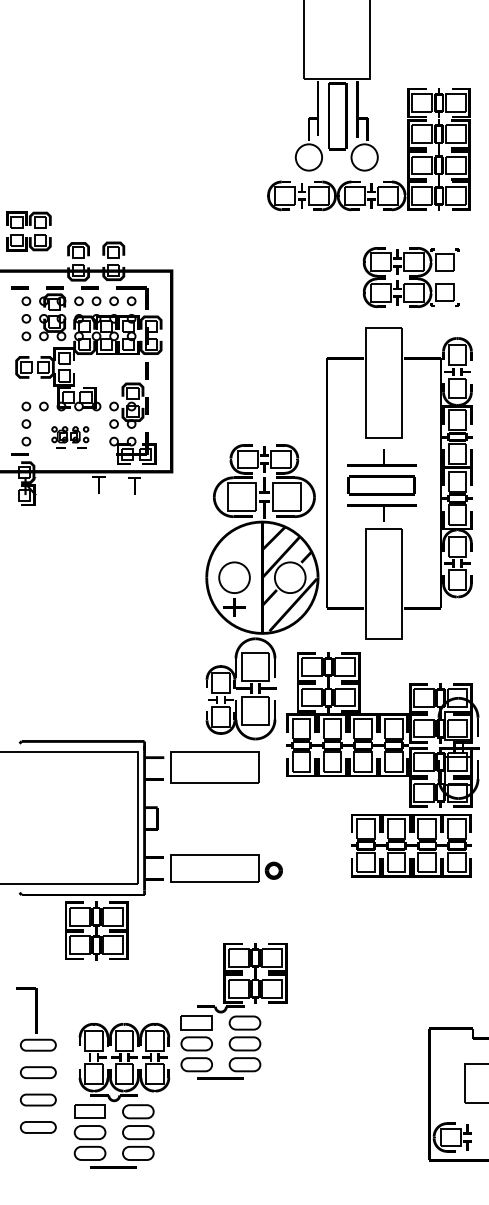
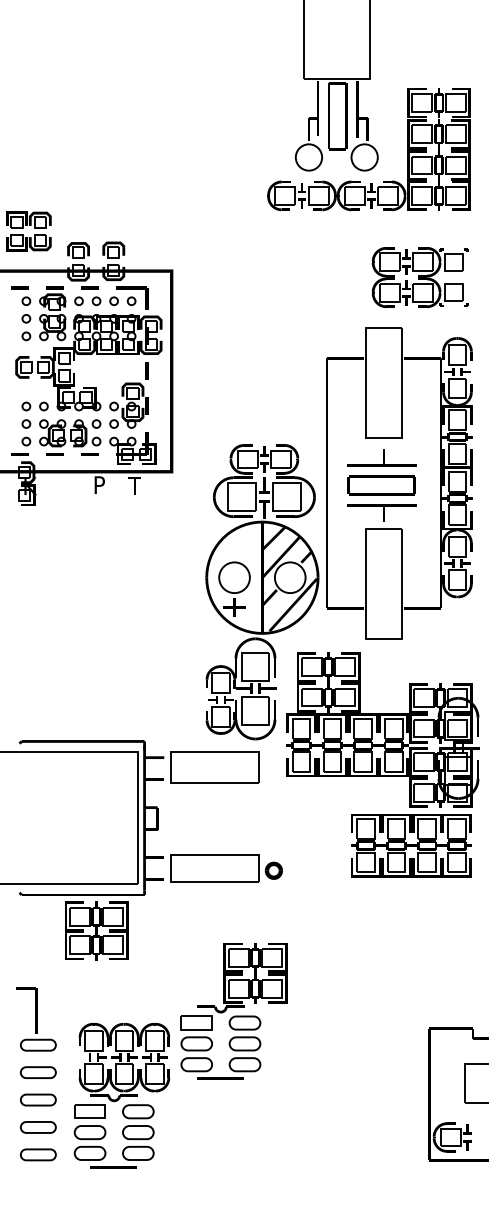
part at (410, 277) position: (410, 277) -> (419, 277)
part at (70, 437) size: 39x23 px -> 63x37 px
text at (98, 485): T -> P
part at (38, 1154): none -> present
